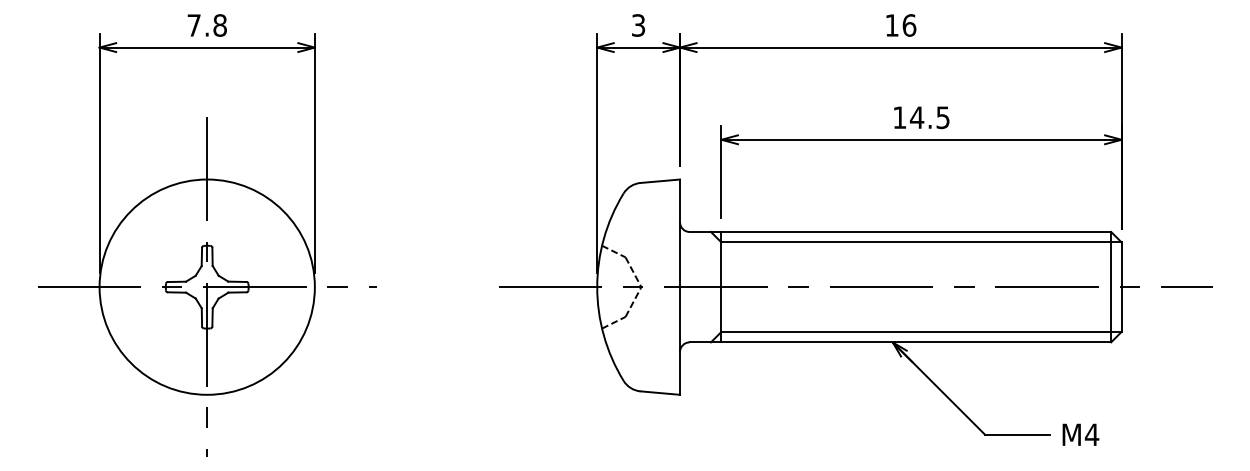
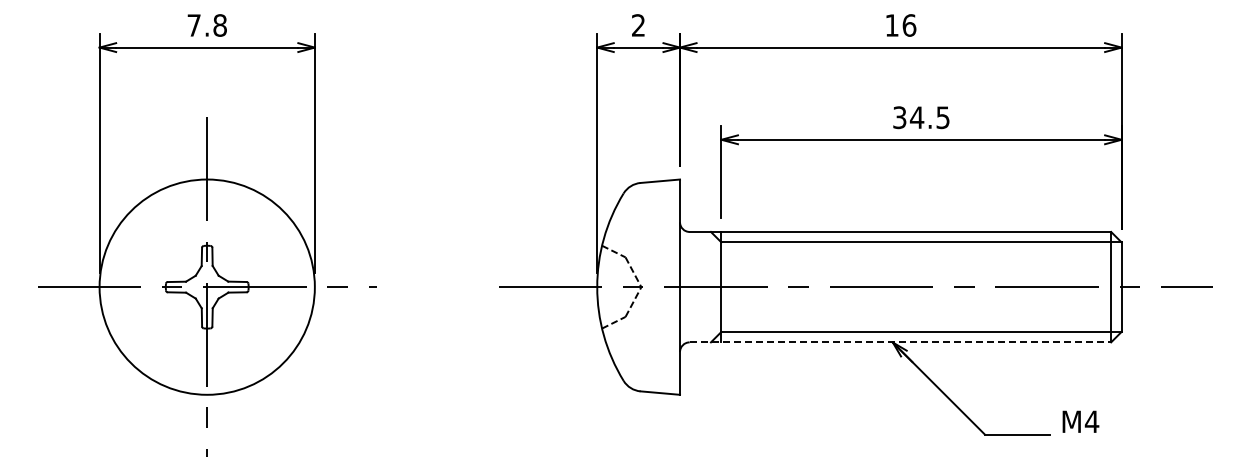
text at (638, 25): 3 -> 2
text at (899, 117): 14.5 -> 34.5
line at (900, 342): solid -> dashed
text at (1080, 434) position: (1080, 434) -> (1080, 421)
